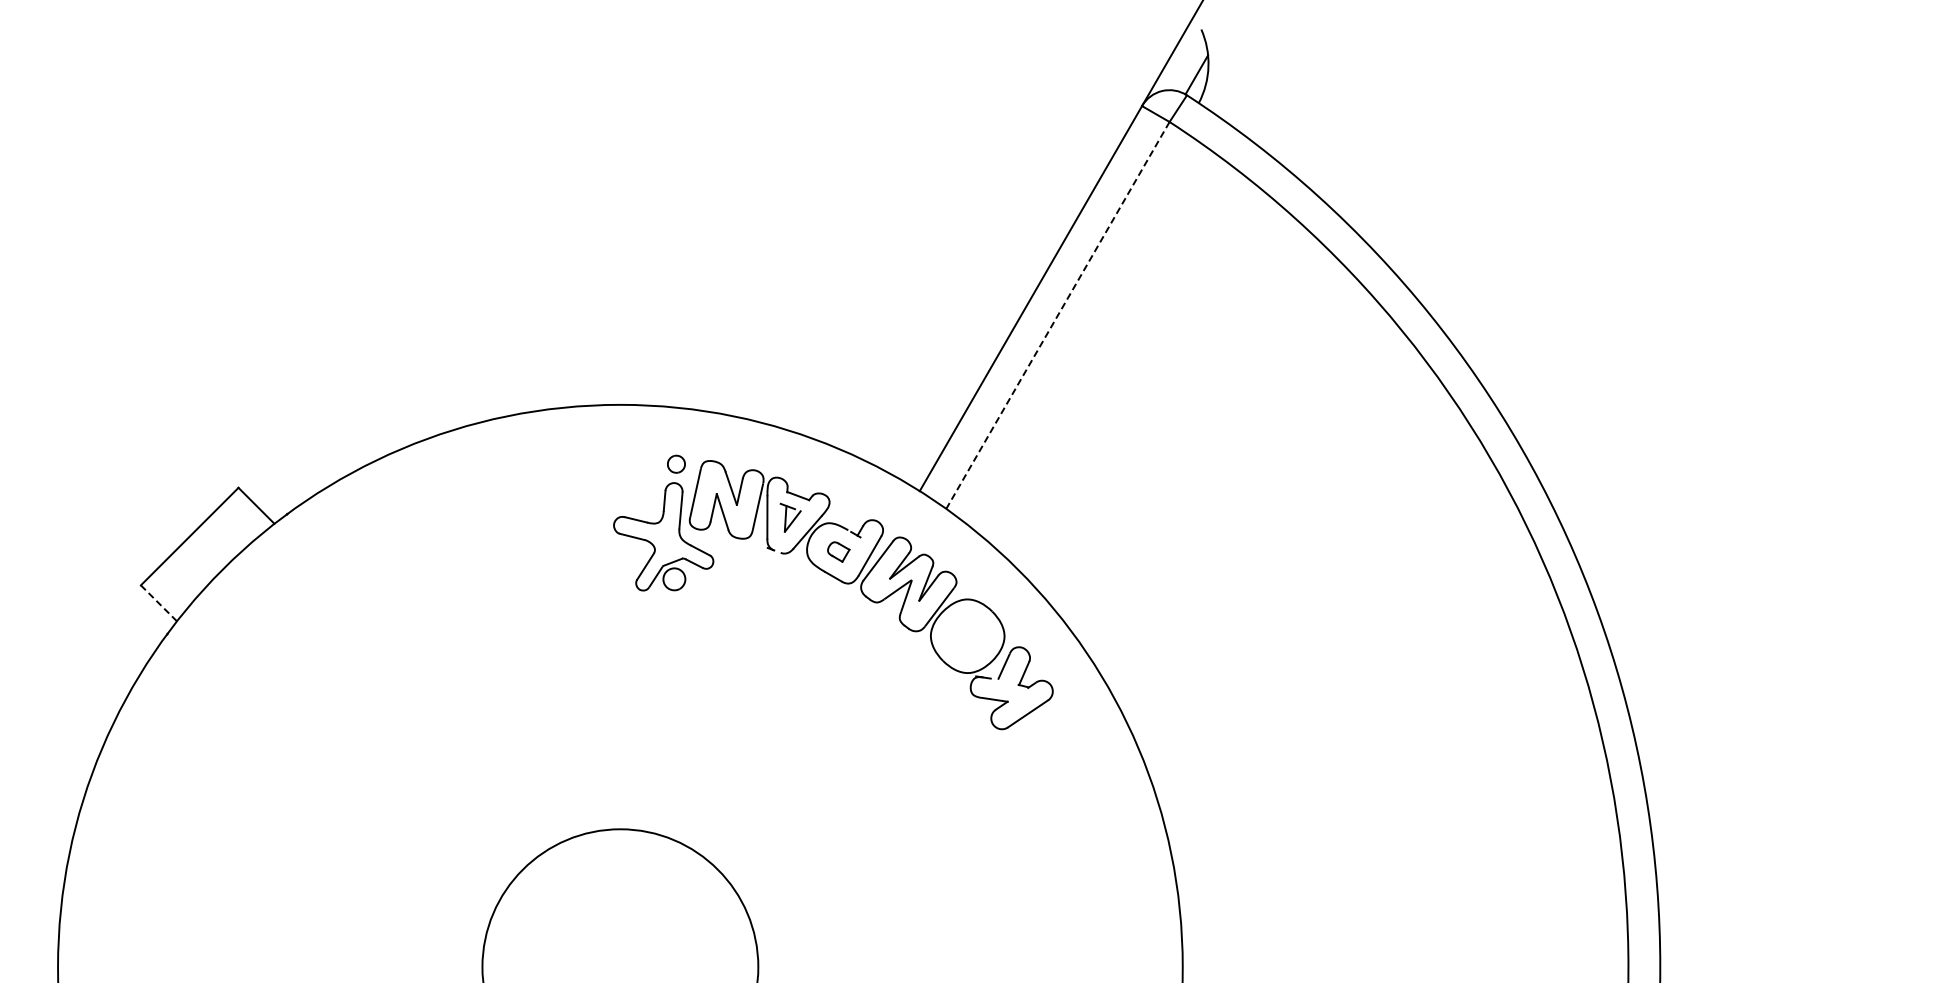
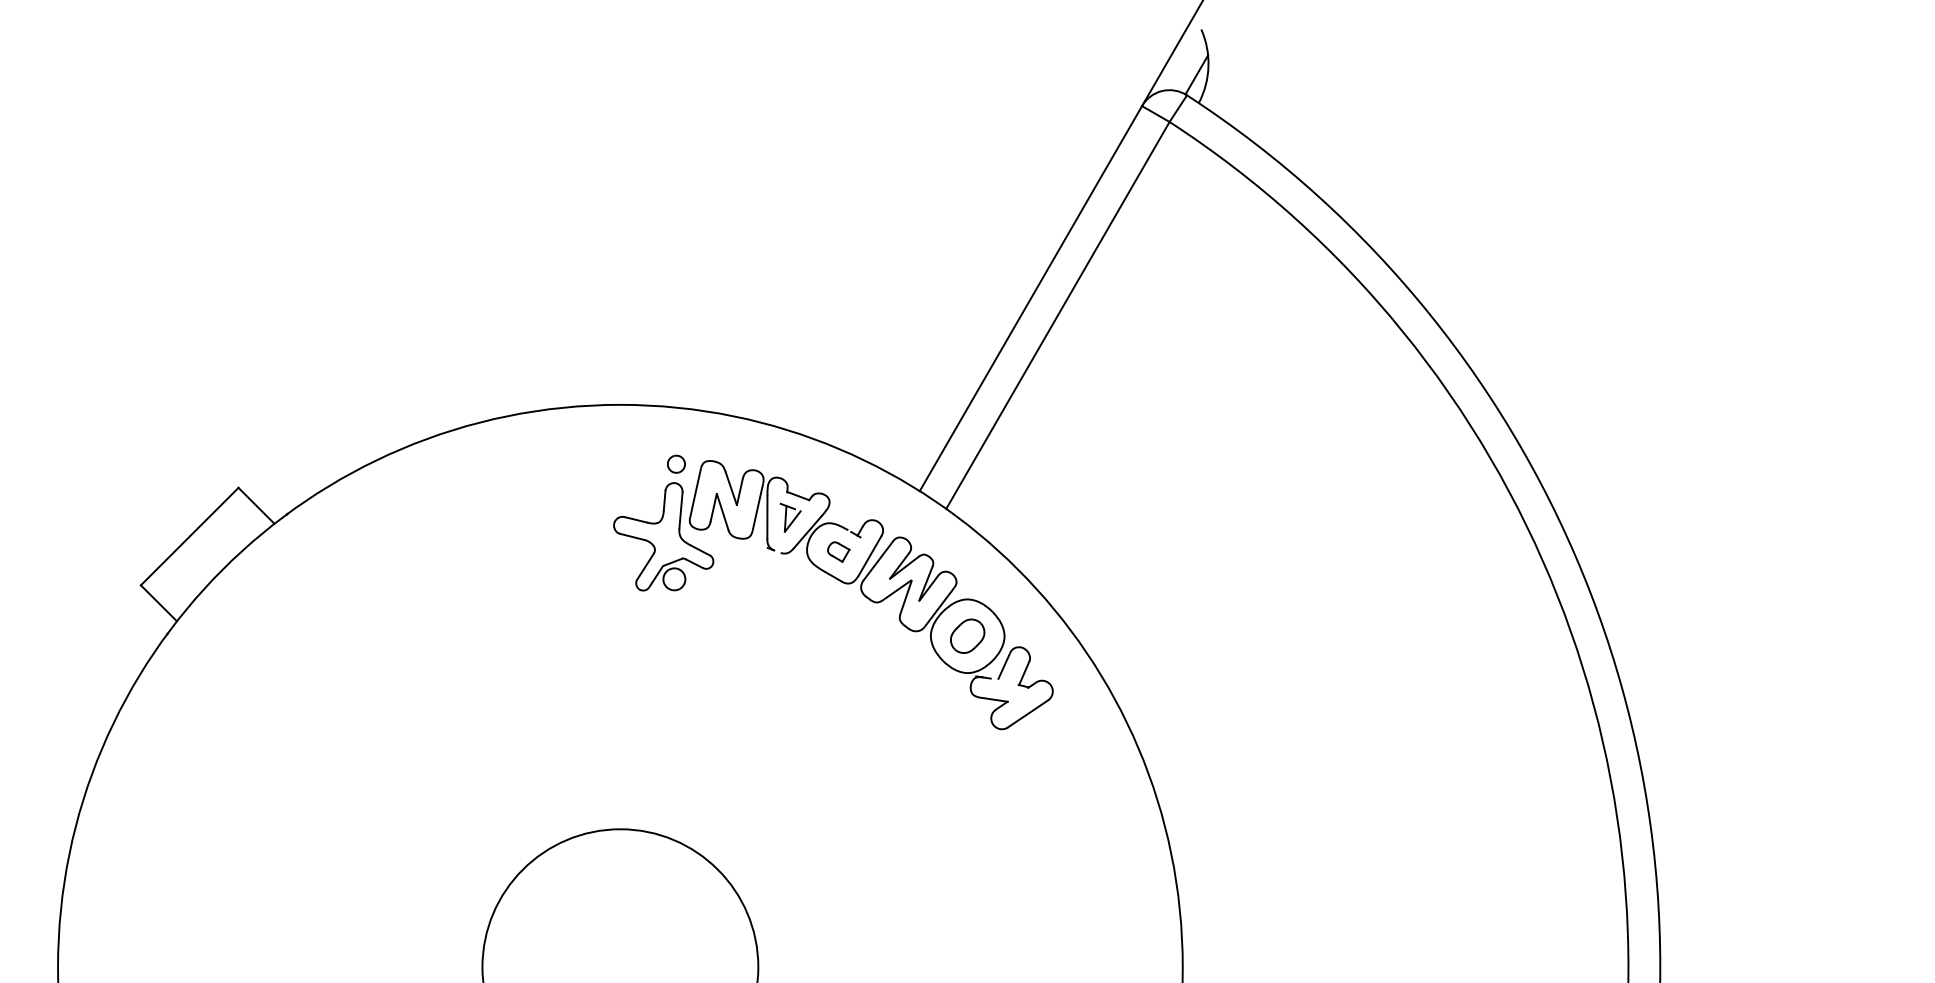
line at (1057, 315): dashed -> solid
line at (158, 602): dashed -> solid
part at (967, 635): none -> present
